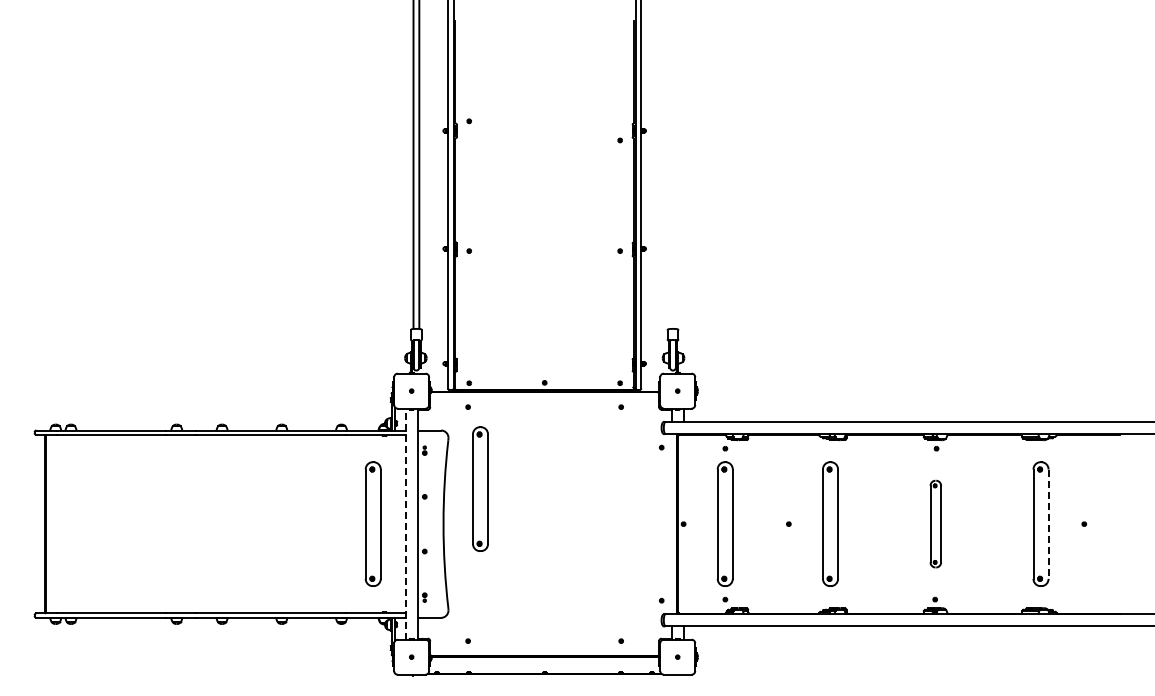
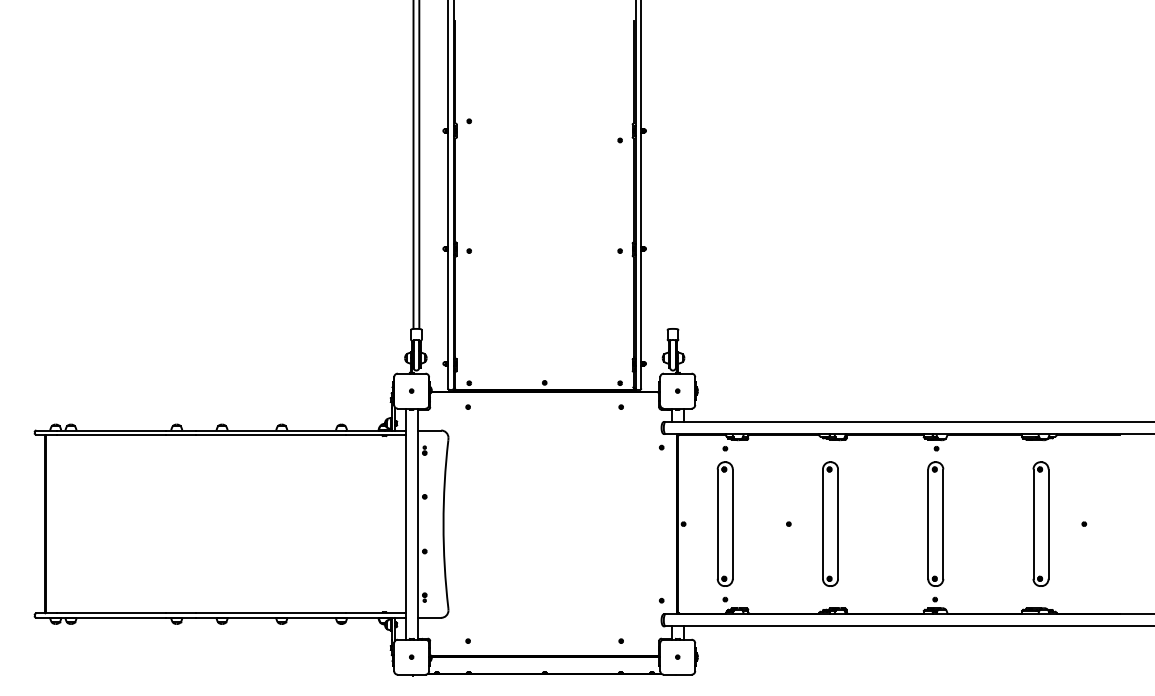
part at (480, 488): present -> none
part at (372, 523): present -> none
part at (935, 523) size: 13x90 px -> 18x126 px
line at (405, 524): dashed -> solid
line at (1048, 524): dashed -> solid
